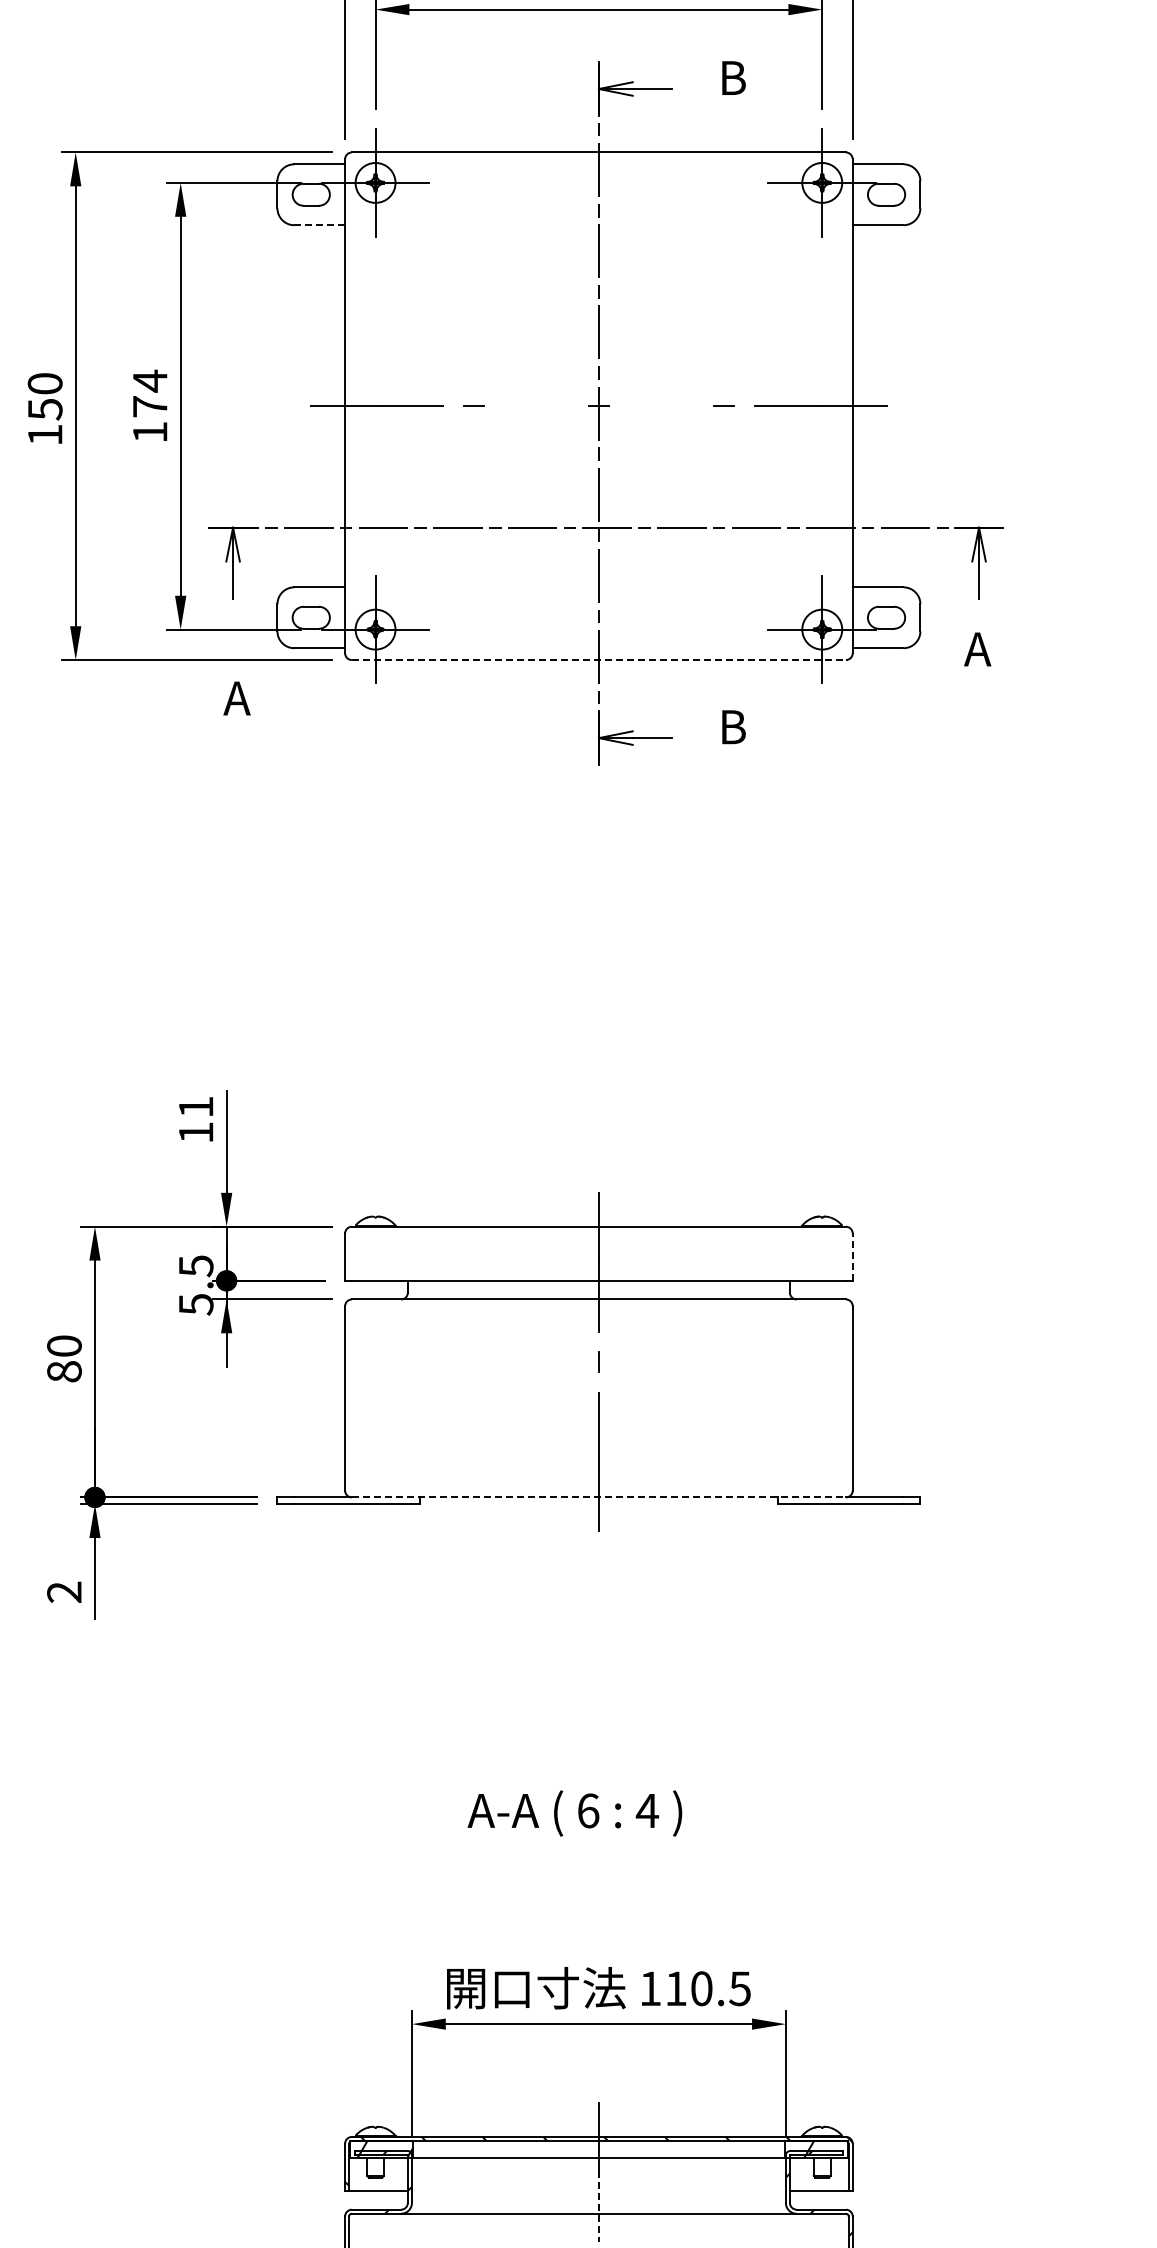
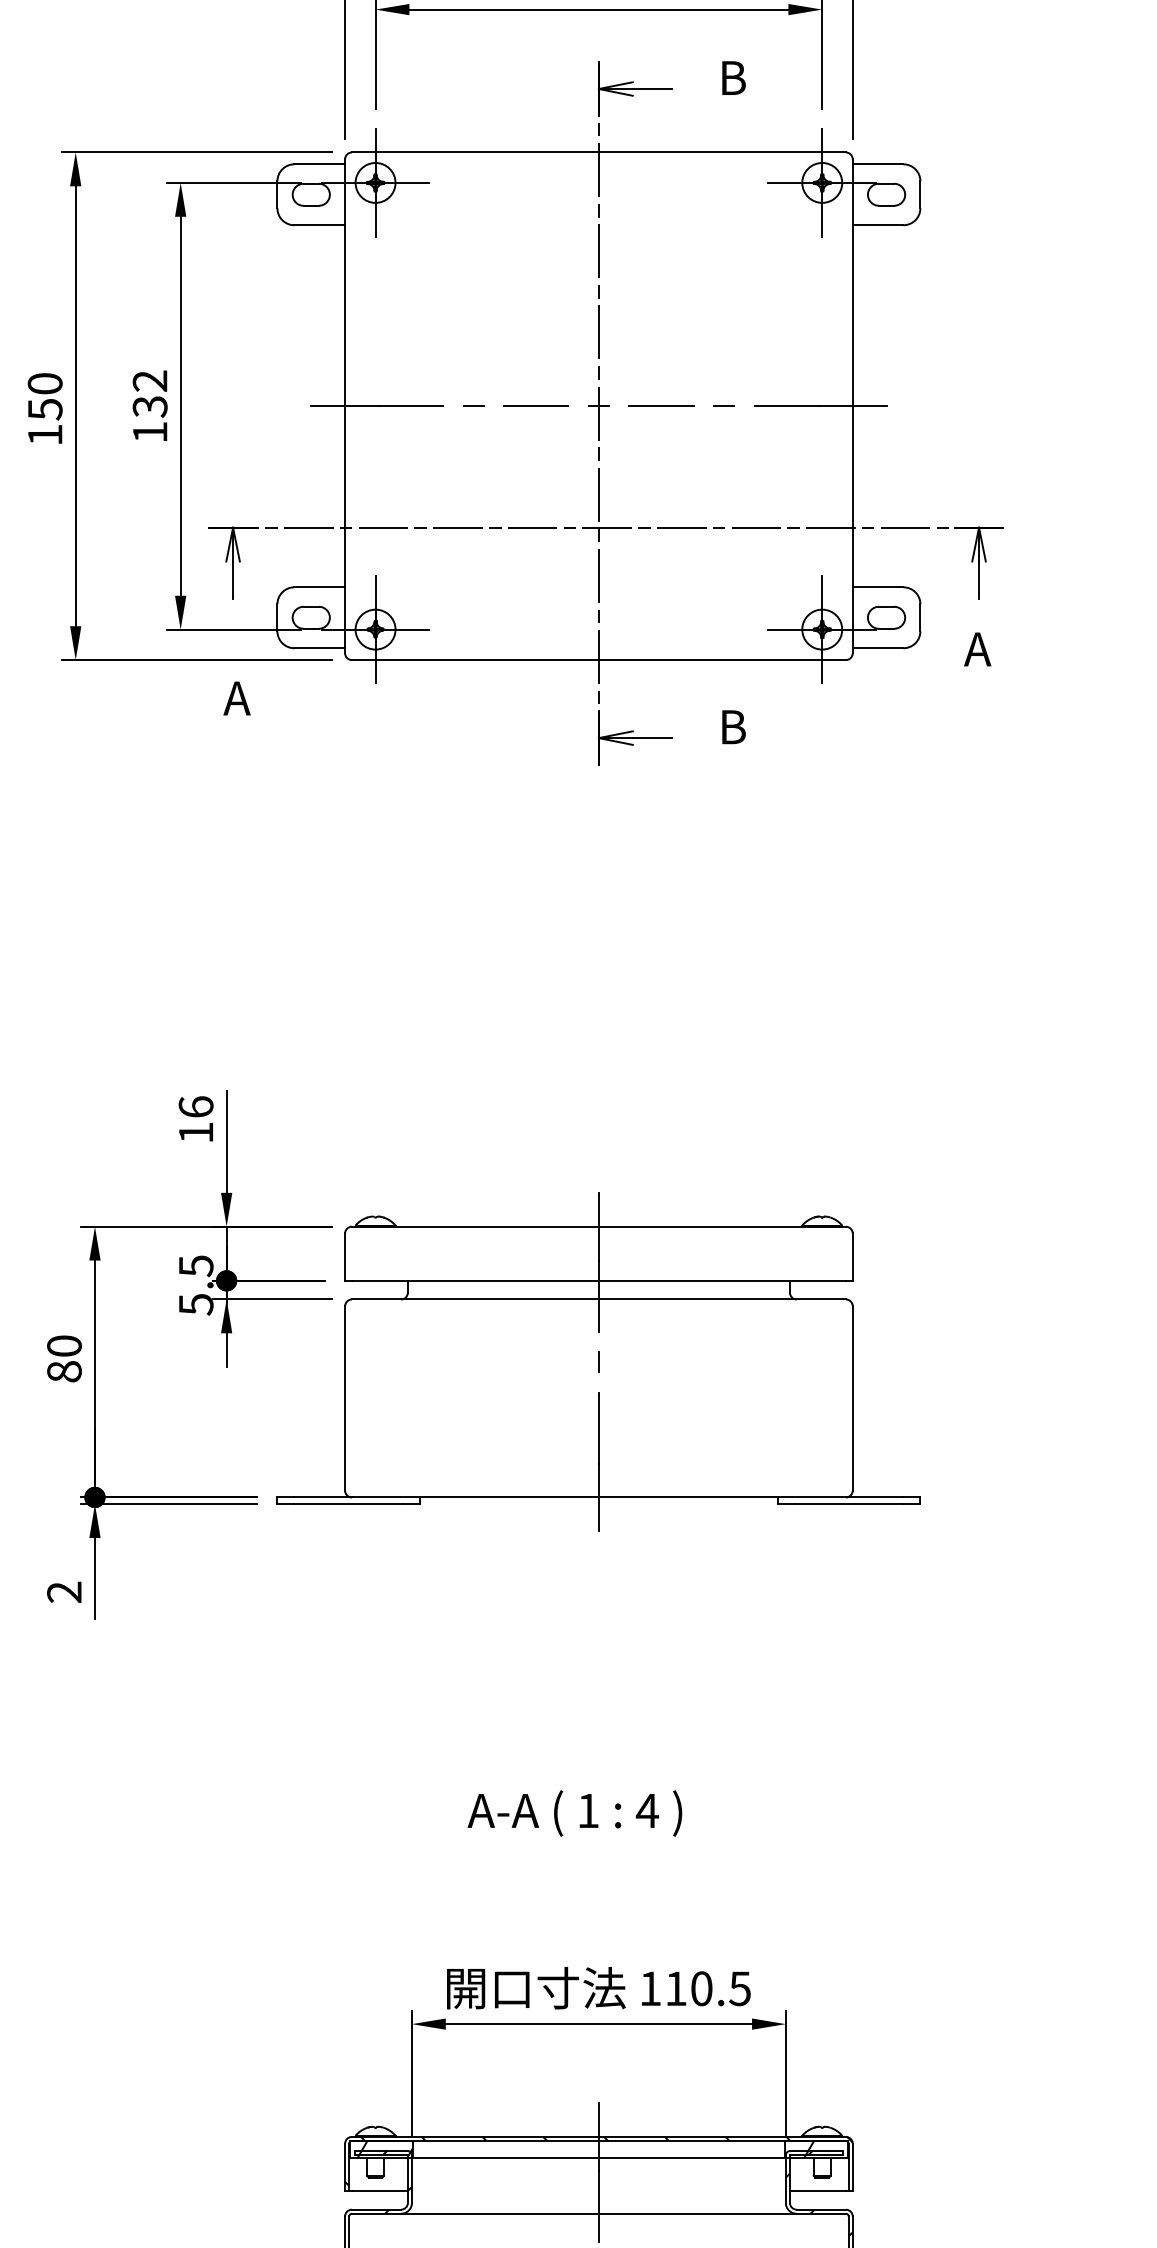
line at (320, 225): dashed -> solid
text at (149, 393): 174 -> 132
line at (536, 406): none -> present
line at (661, 406): none -> present
line at (599, 660): dashed -> solid
text at (195, 1106): 11 -> 16
line at (852, 1257): dashed -> solid
line at (599, 1497): dashed -> solid
text at (588, 1810): 6 -> 1
line at (598, 2206): dashed -> solid
